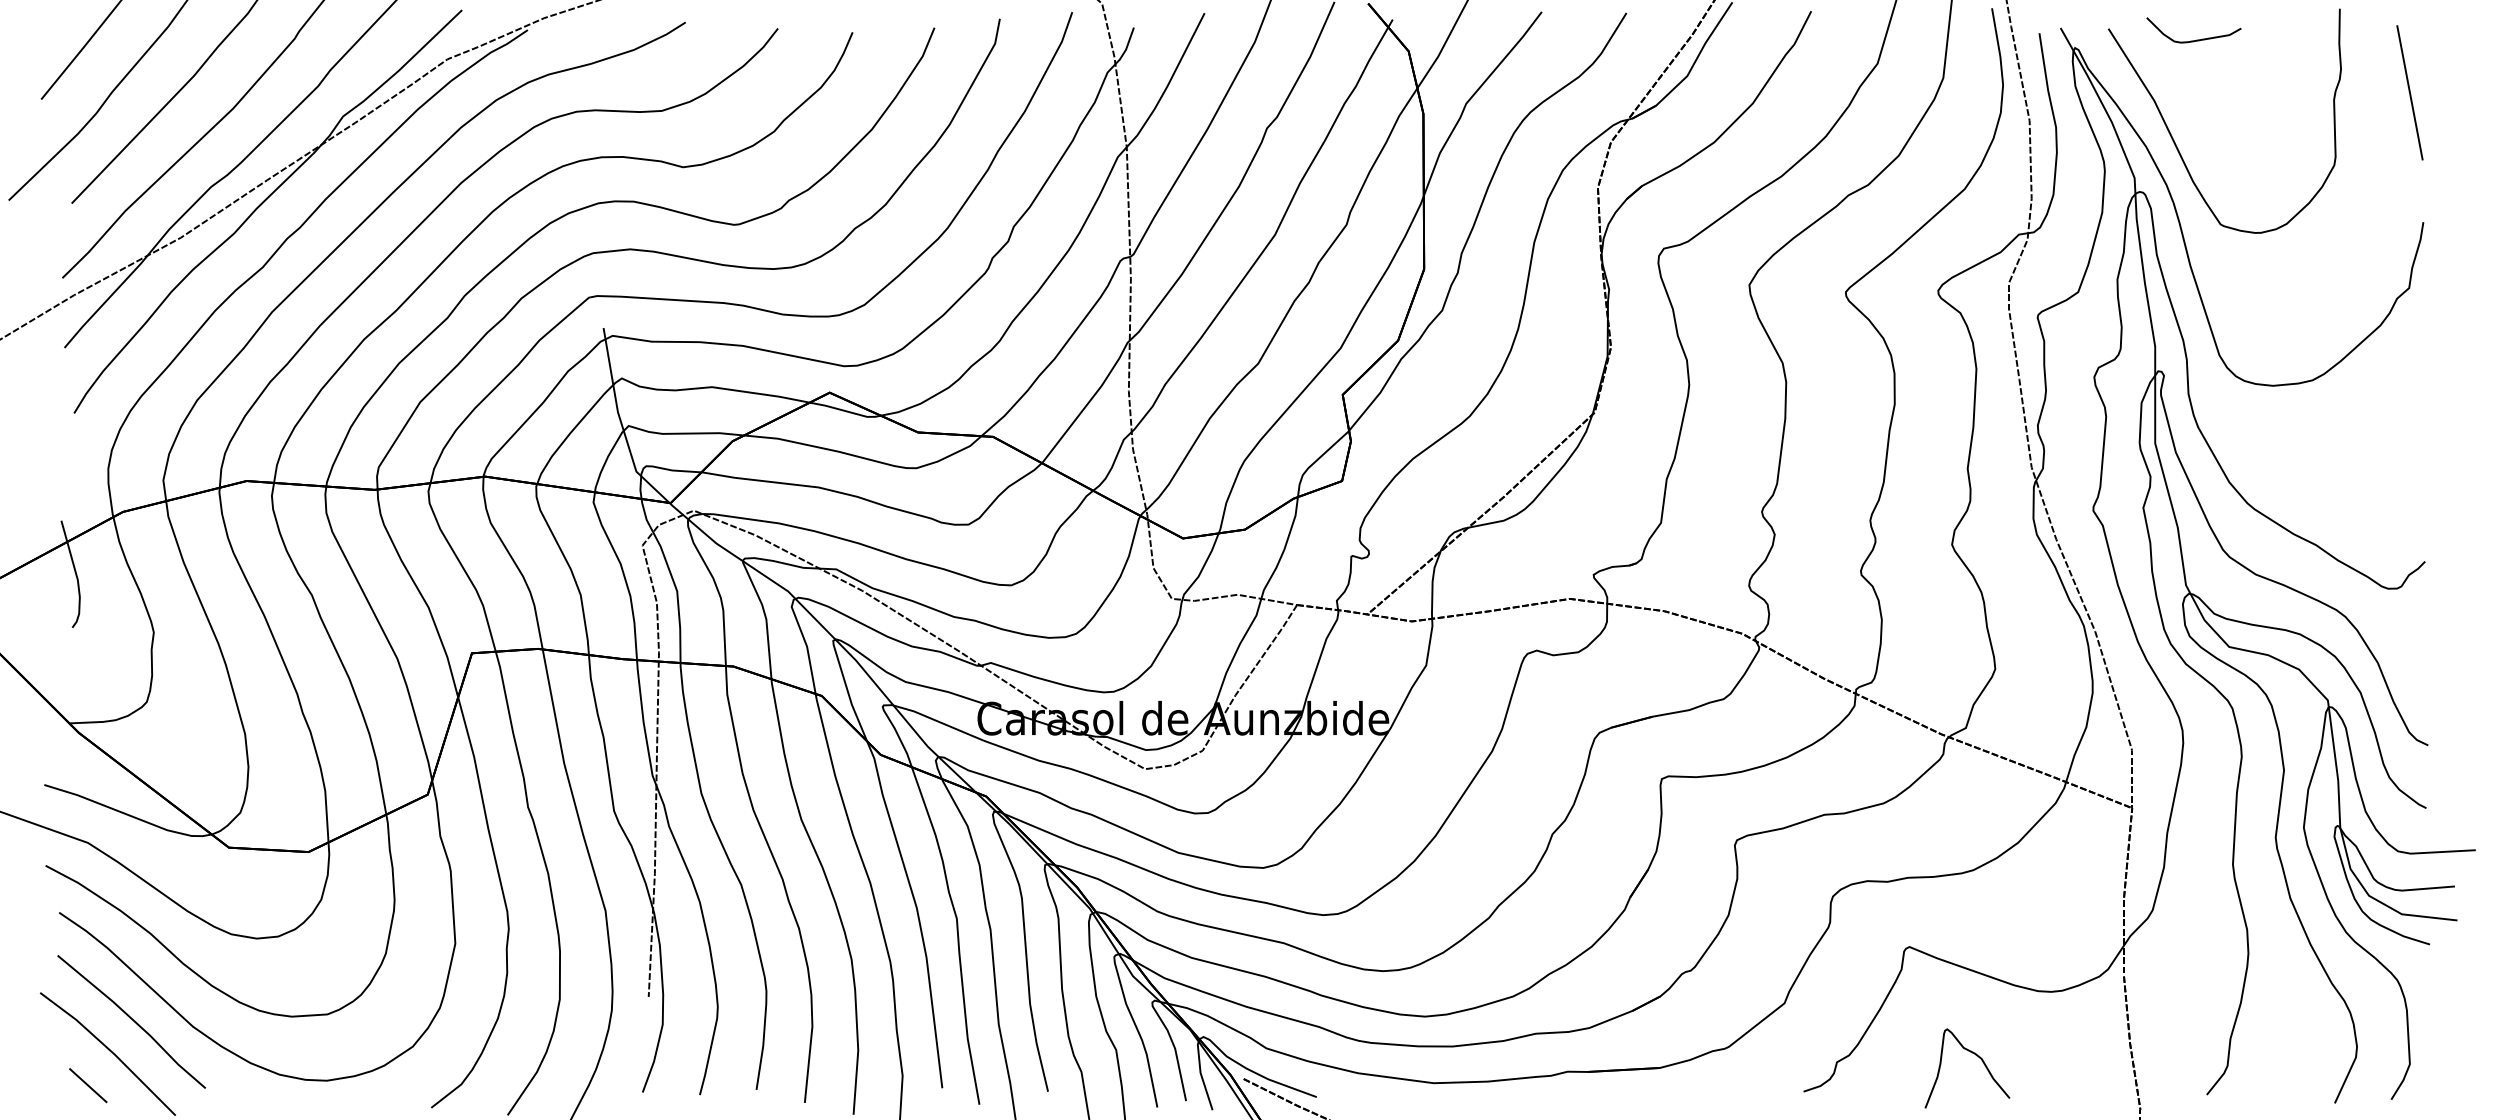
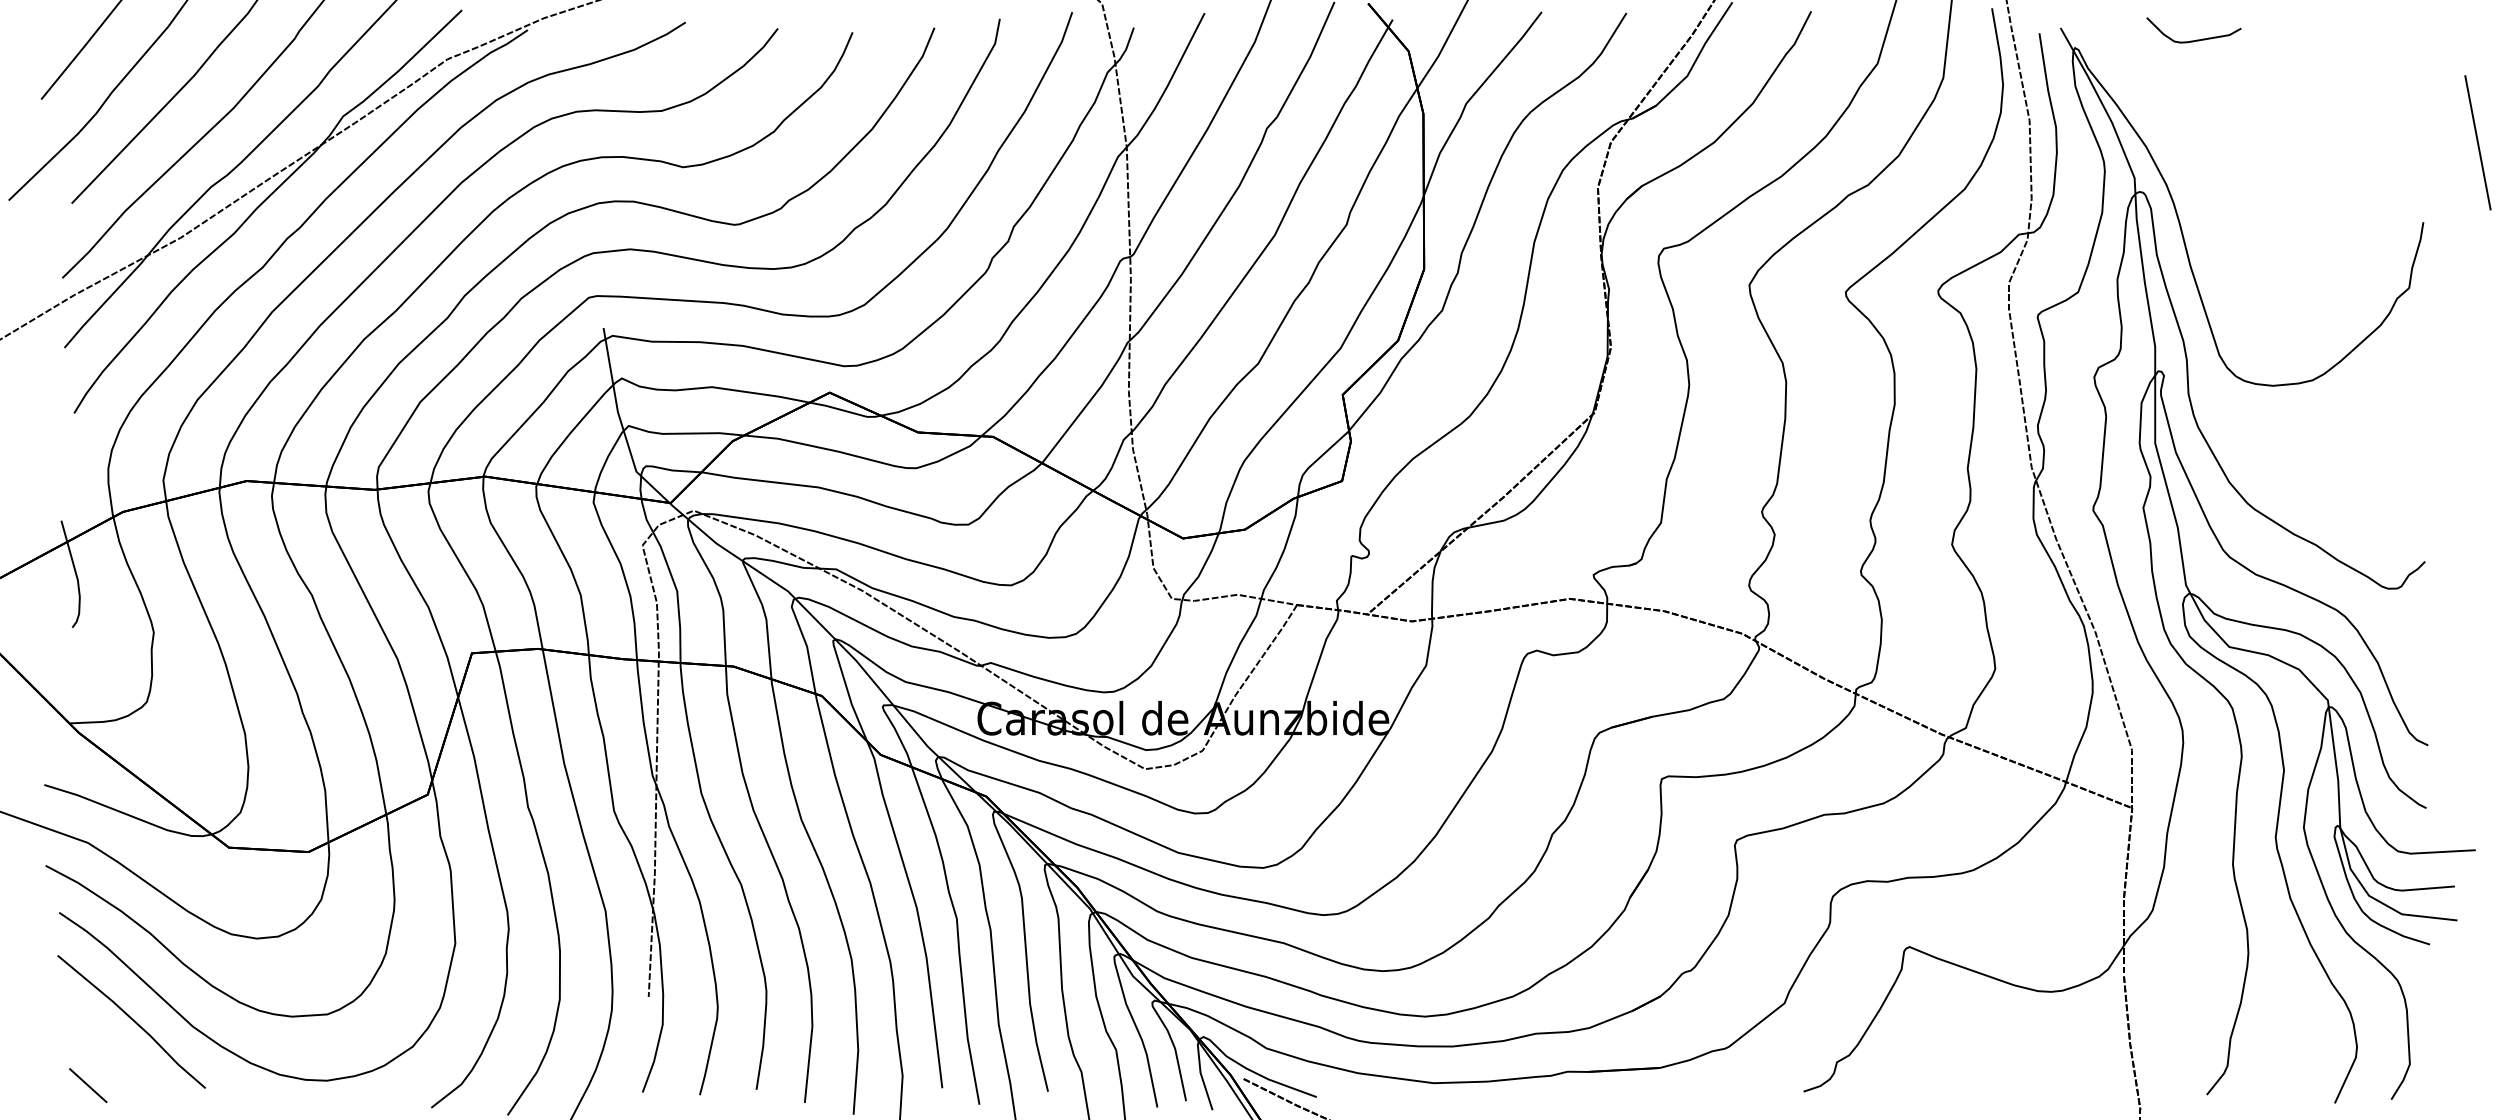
line at (2409, 92) position: (2409, 92) -> (2477, 142)
curve at (2176, 144): present -> none
line at (109, 1051): present -> none
curve at (1975, 1055): present -> none
